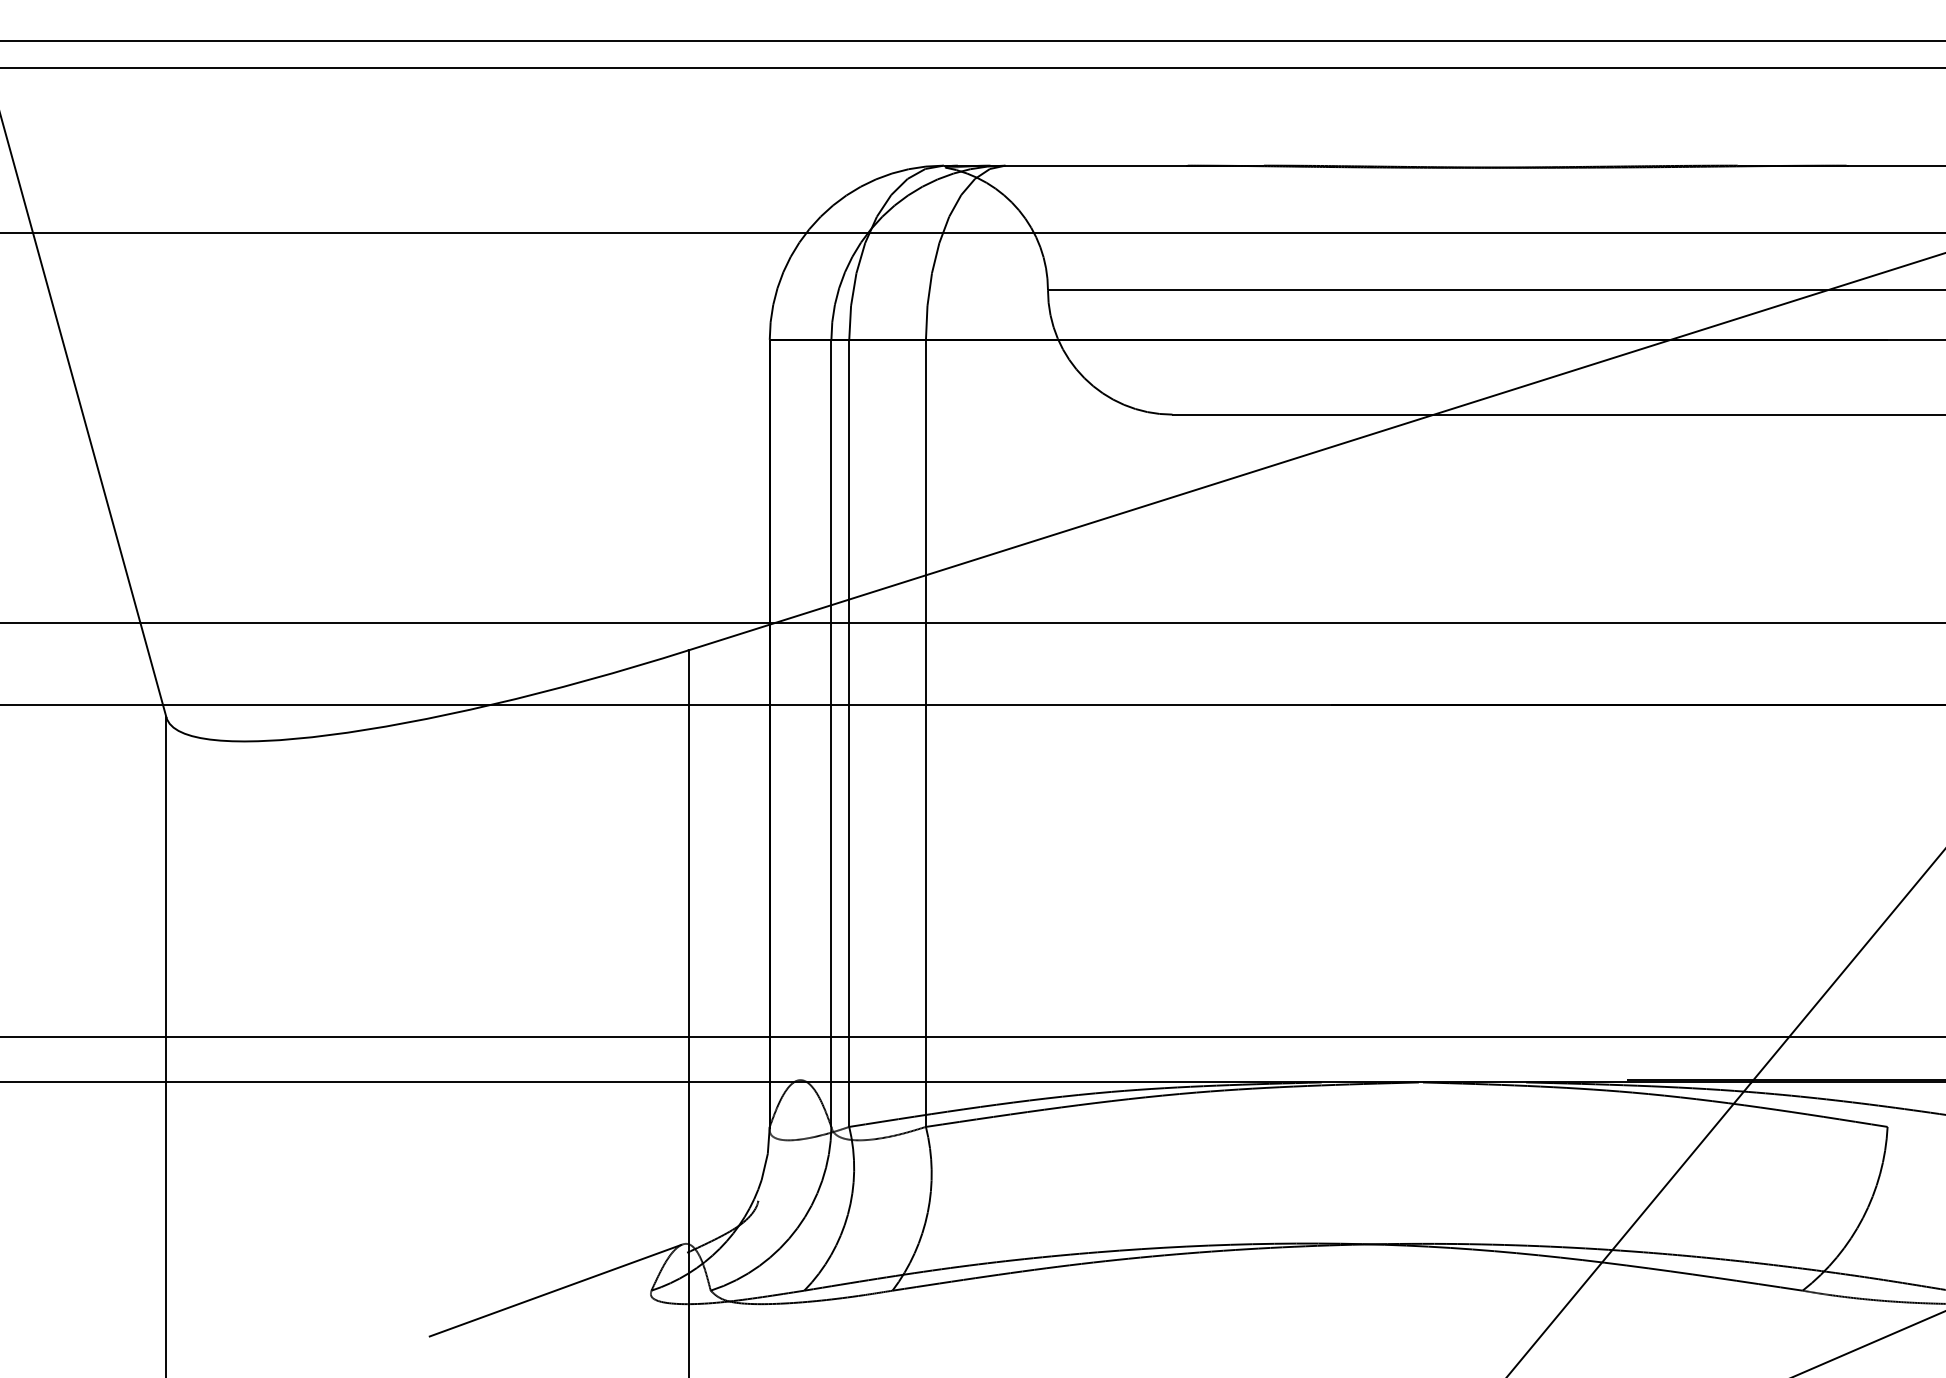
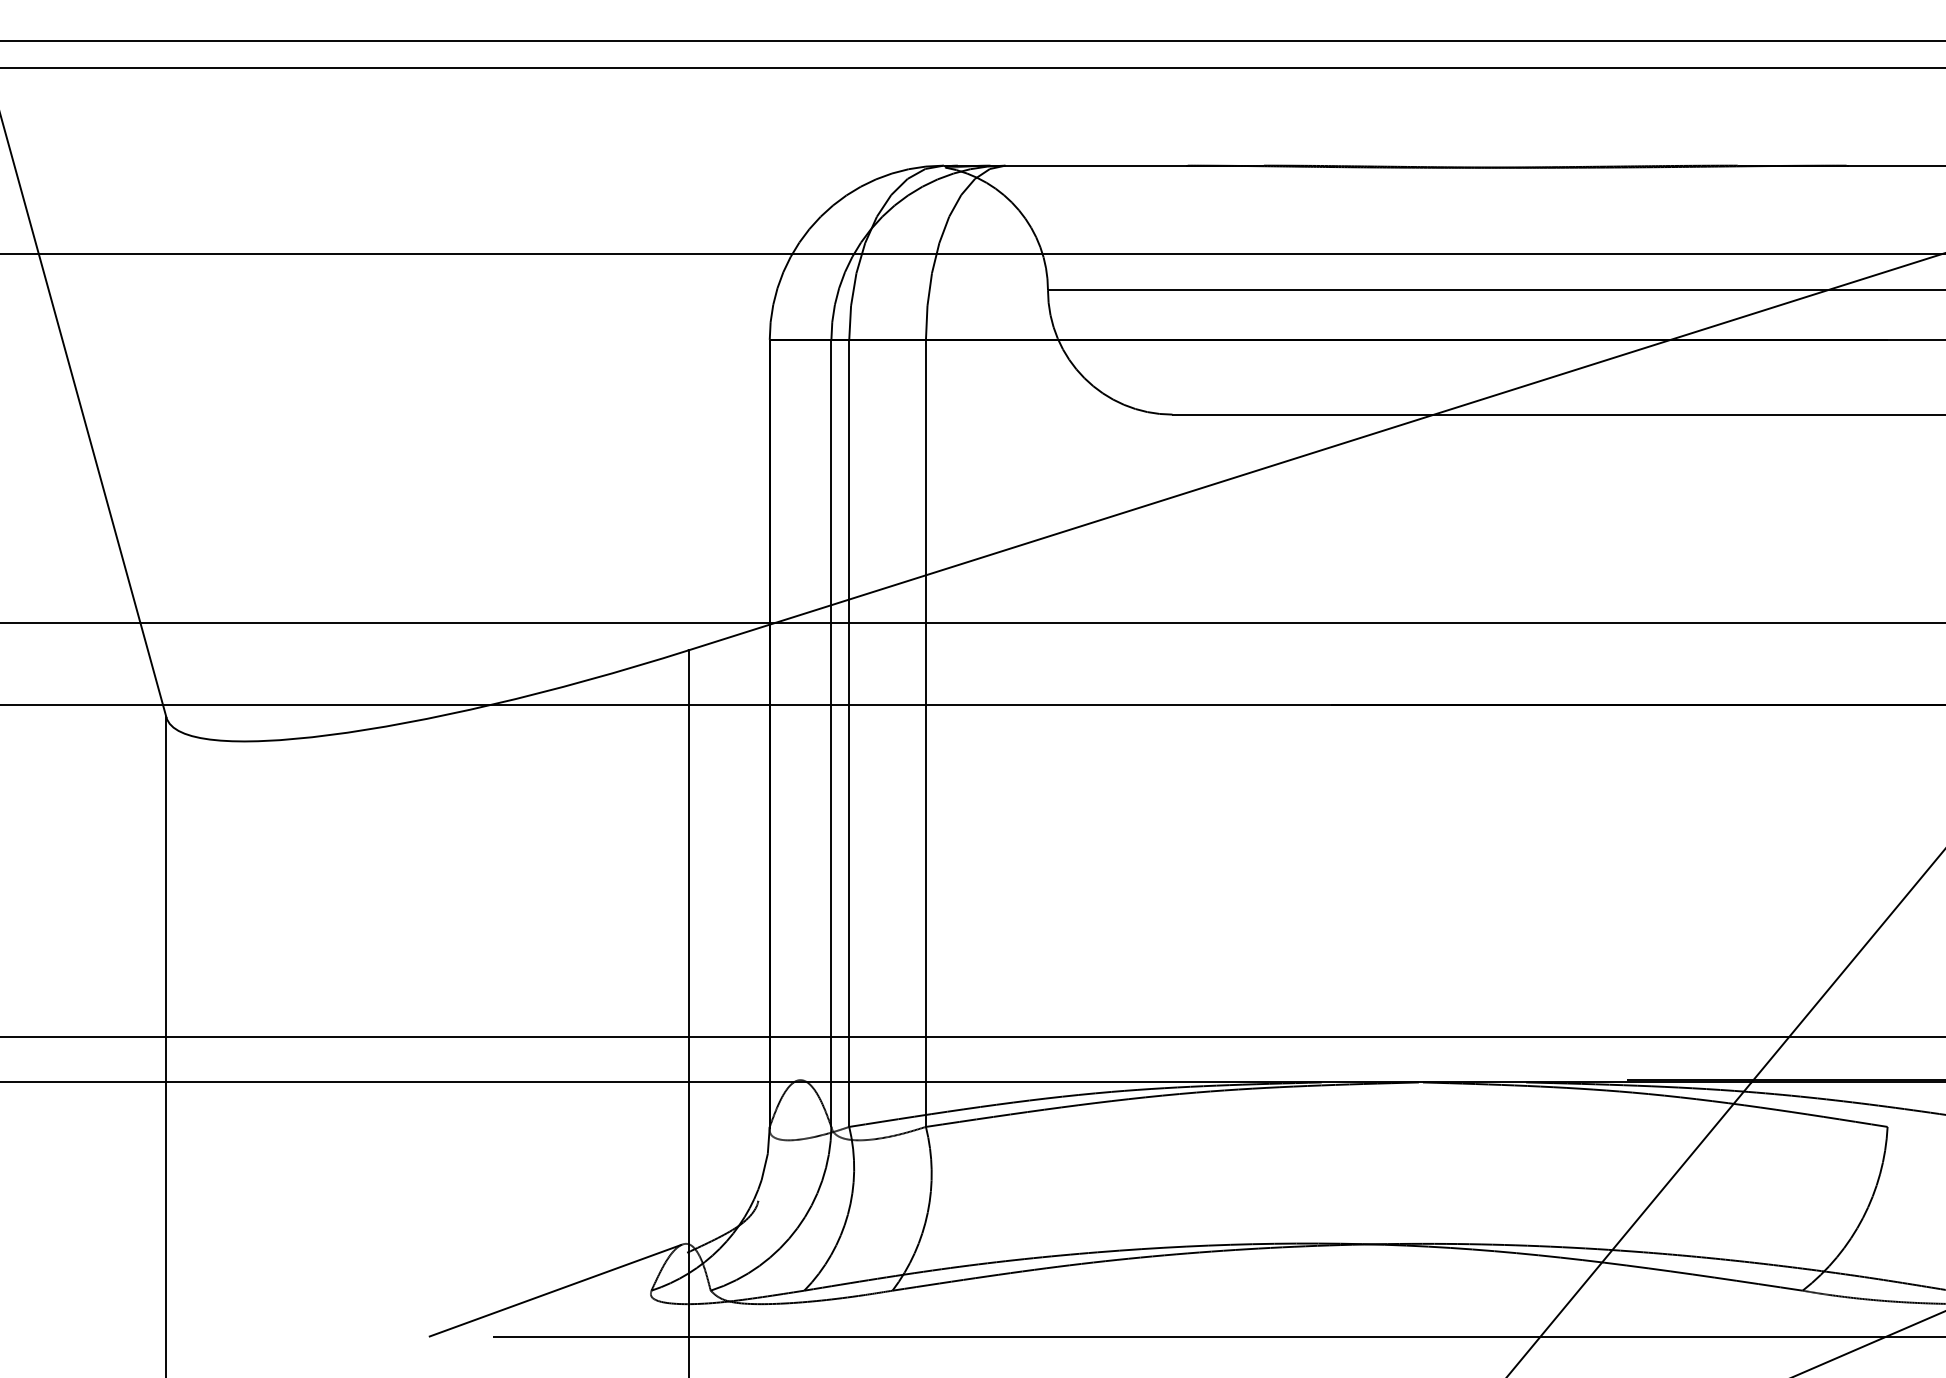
line at (972, 233) position: (972, 233) -> (972, 254)
line at (1187, 1336): none -> present
